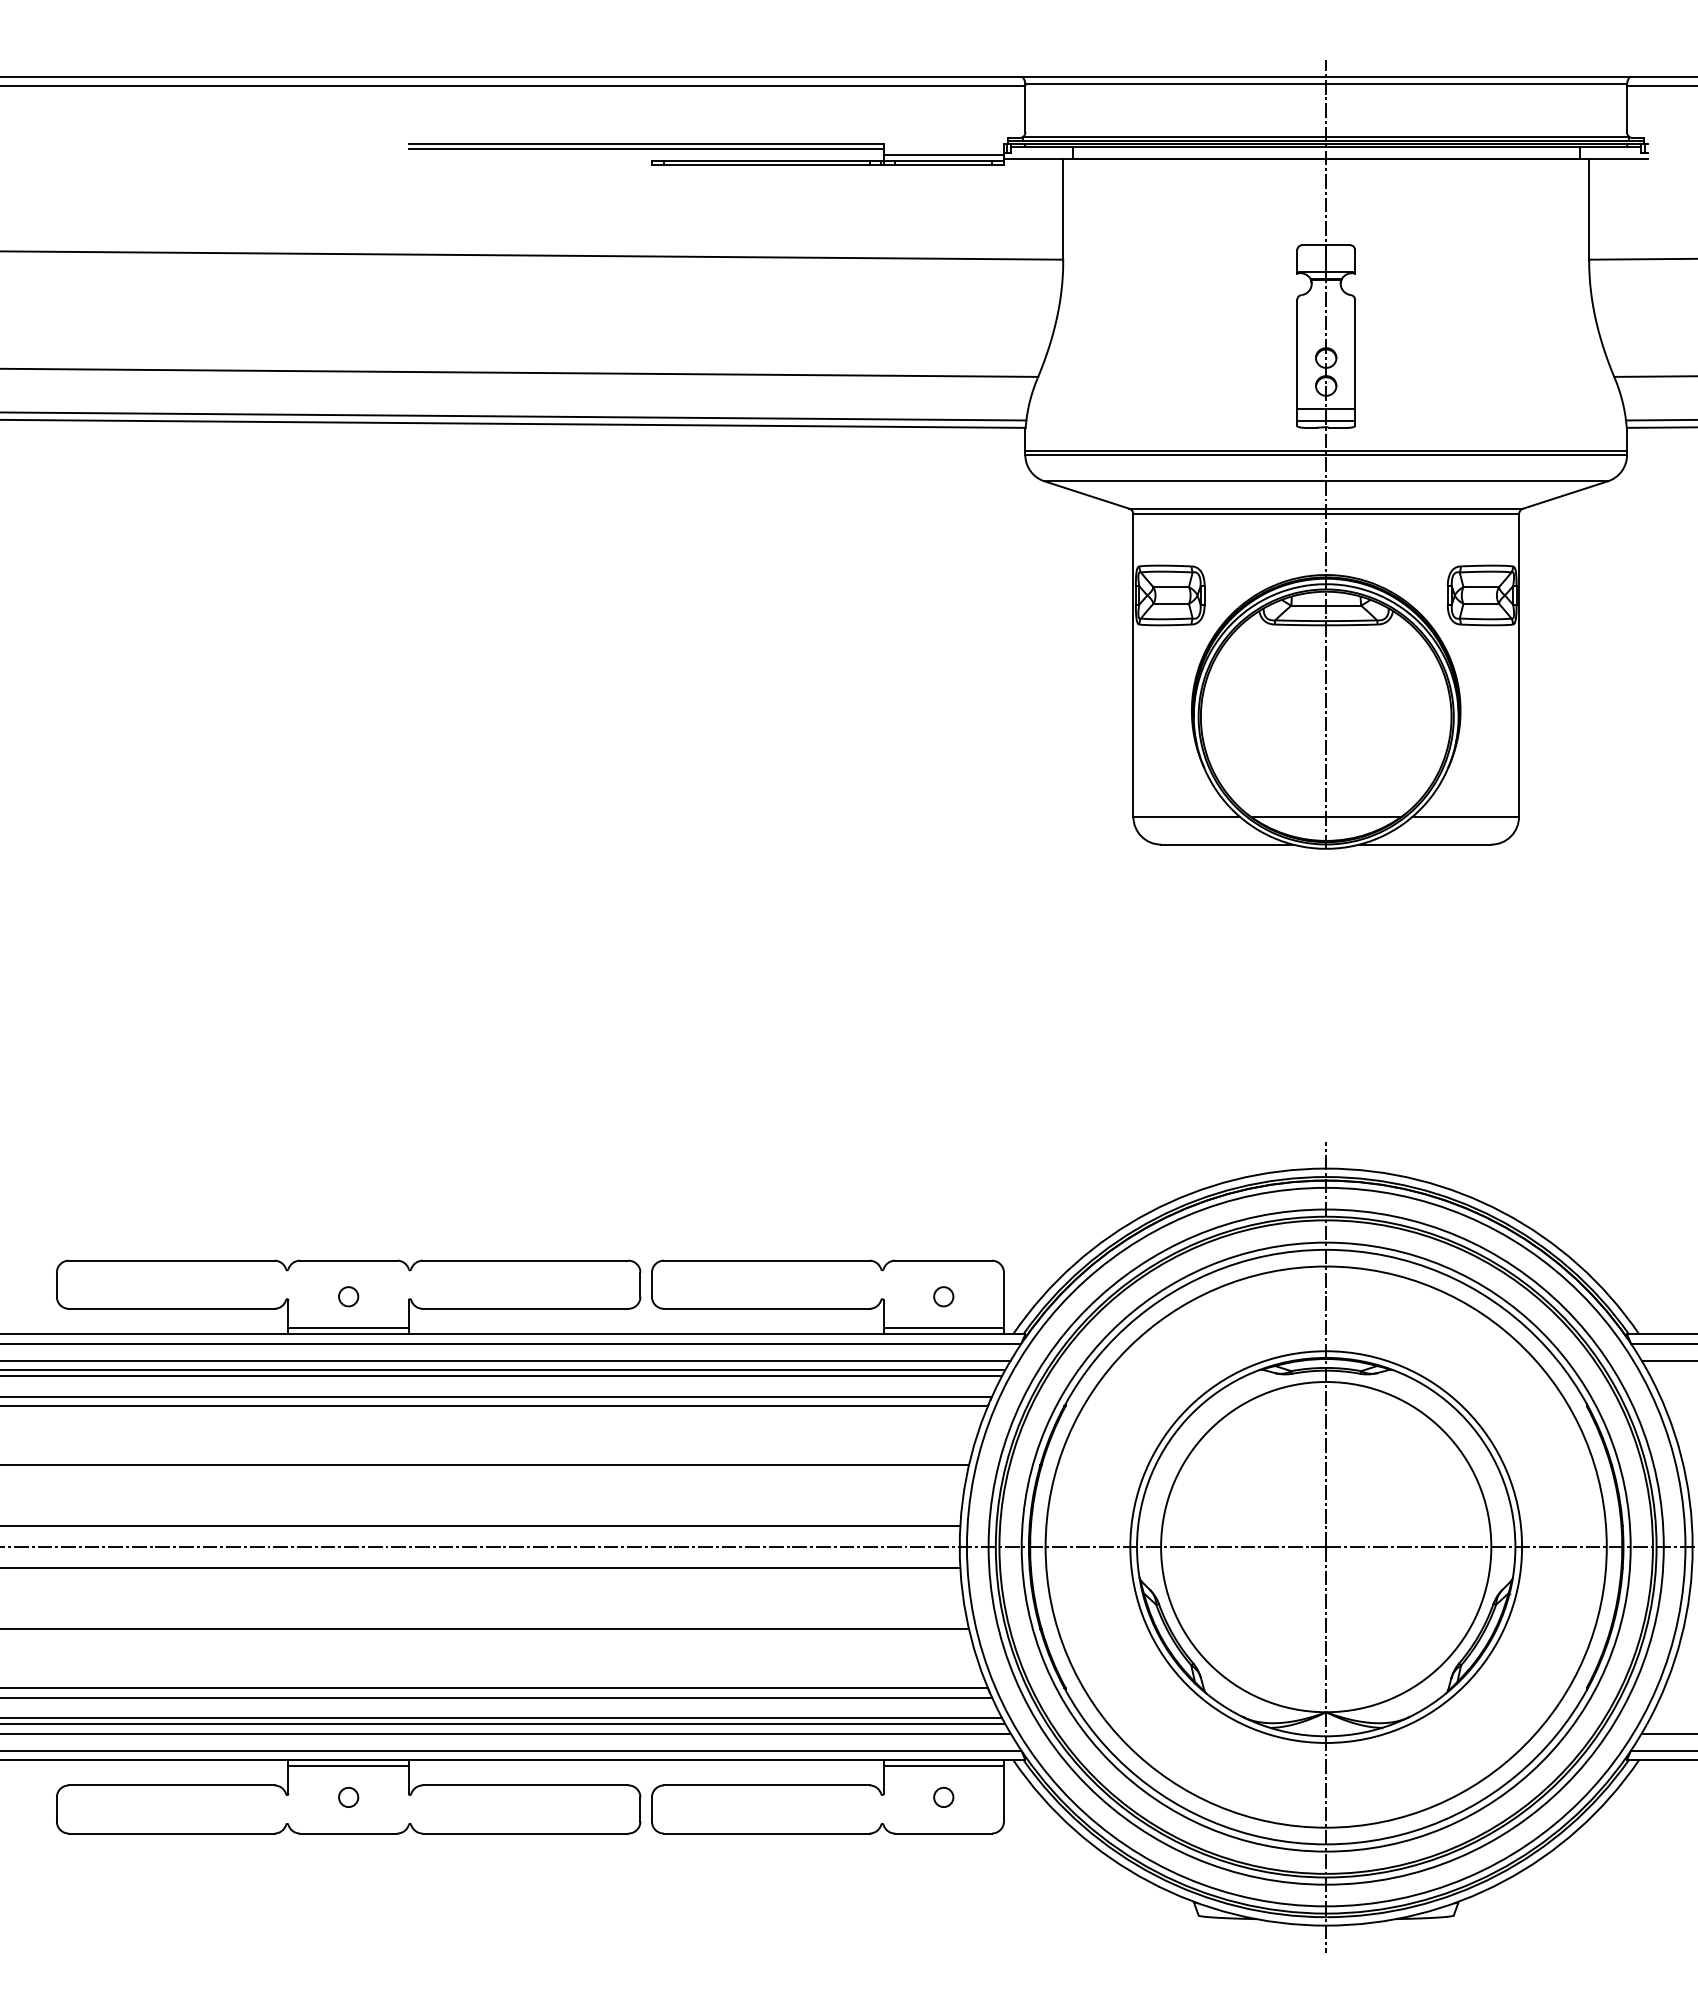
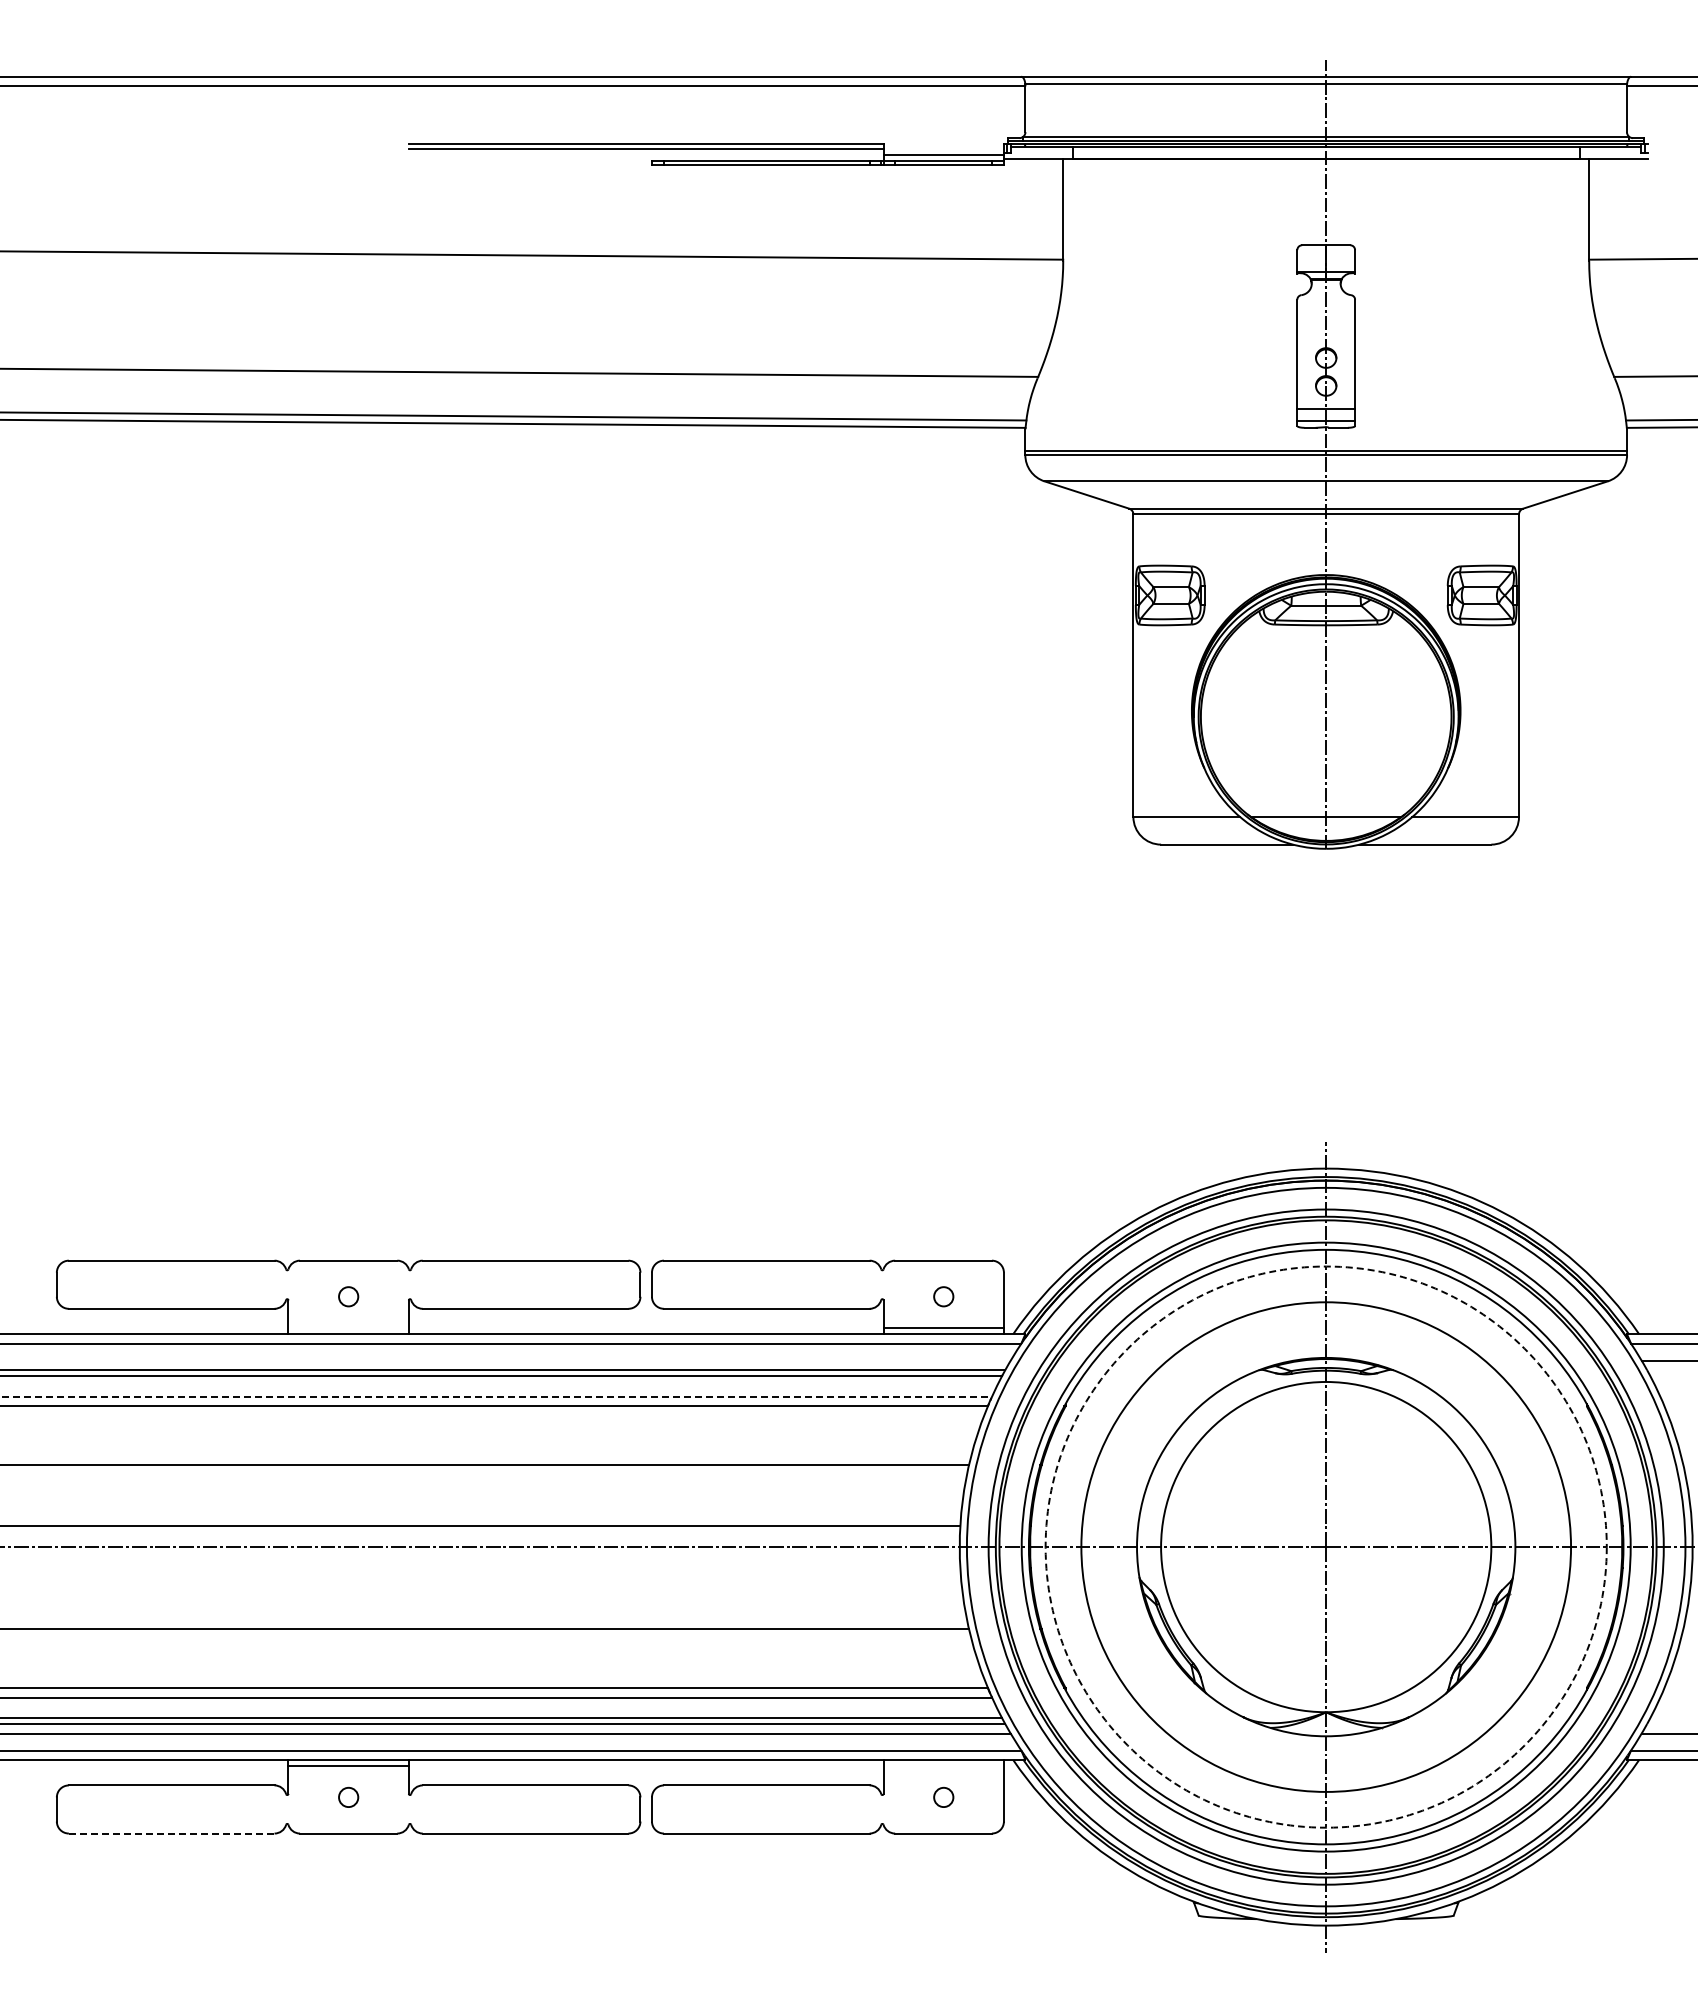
line at (348, 1328): present -> none
line at (506, 1360): present -> none
line at (496, 1396): solid -> dashed
circle at (1325, 1546): solid -> dashed
circle at (1326, 1546) diameter: 392 px -> 490 px
line at (481, 1568): present -> none
line at (943, 1766): present -> none
line at (171, 1833): solid -> dashed
